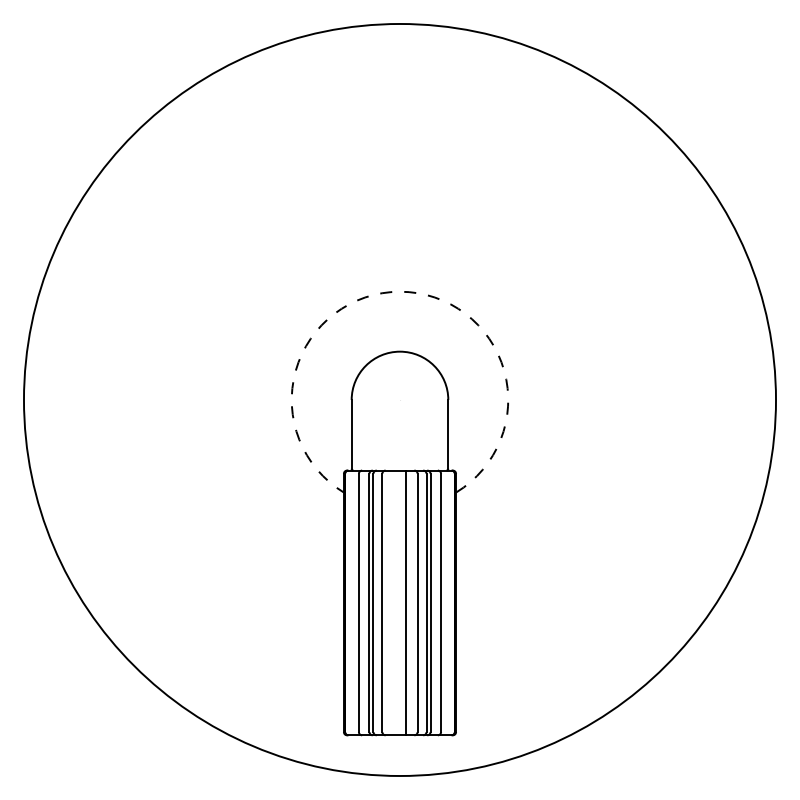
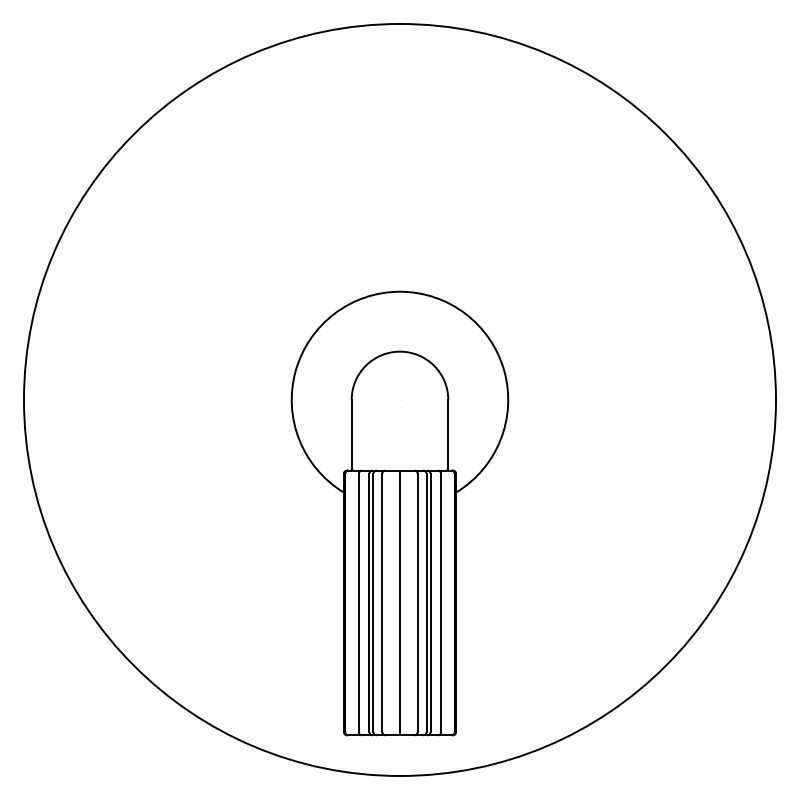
arc at (400, 291): dashed -> solid
line at (406, 602) position: (406, 602) -> (400, 602)
